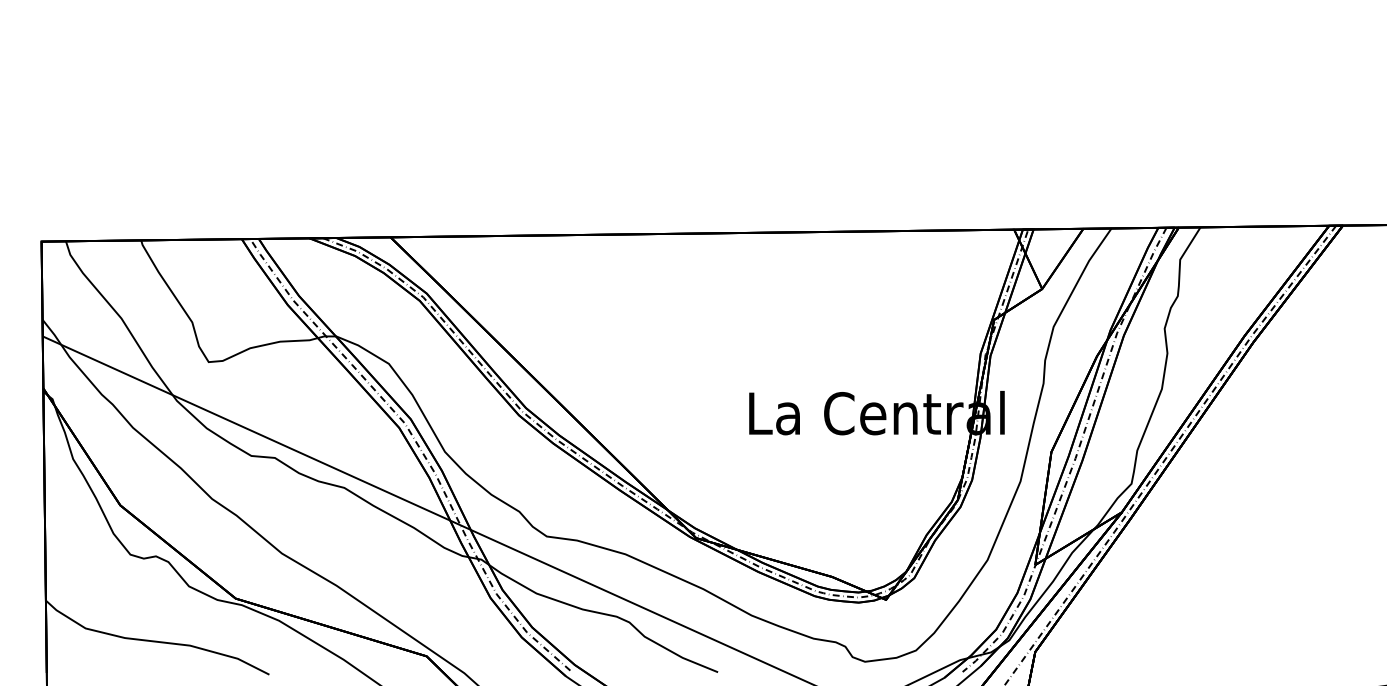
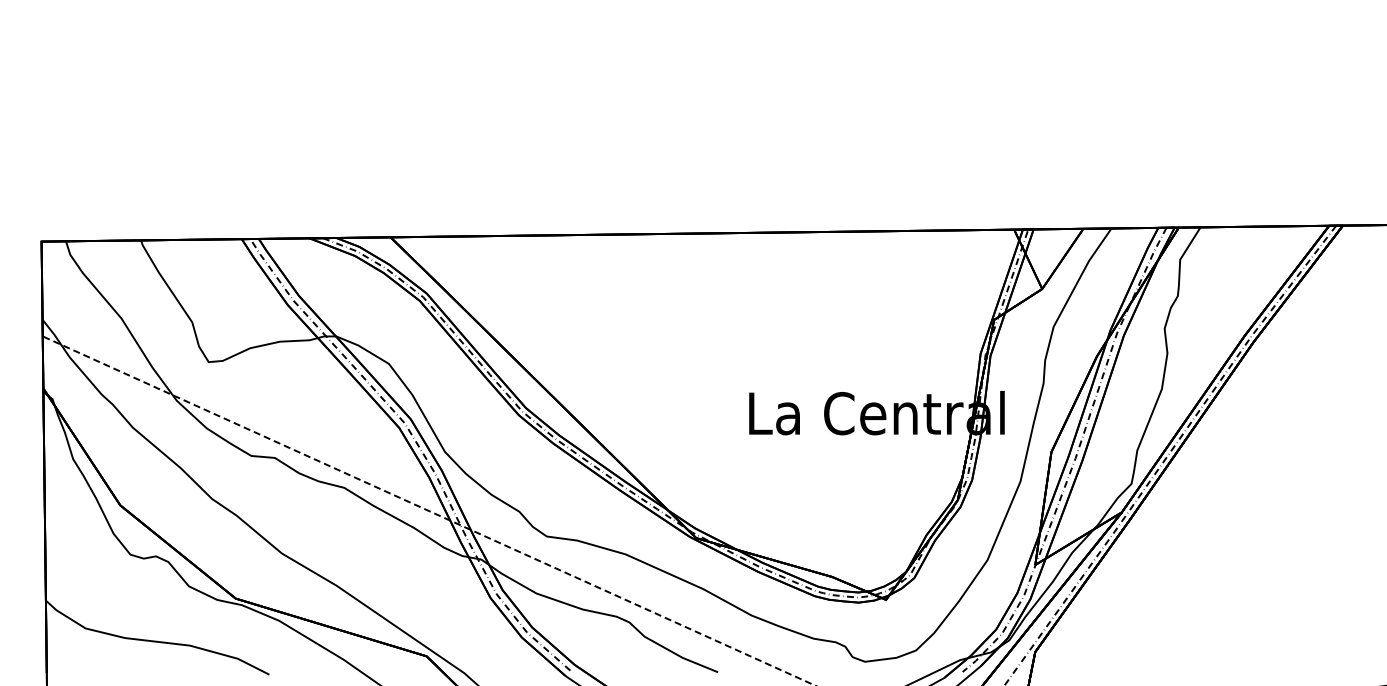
line at (428, 510): solid -> dashed
